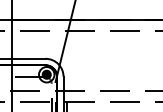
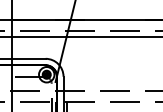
line at (80, 37): none -> present
